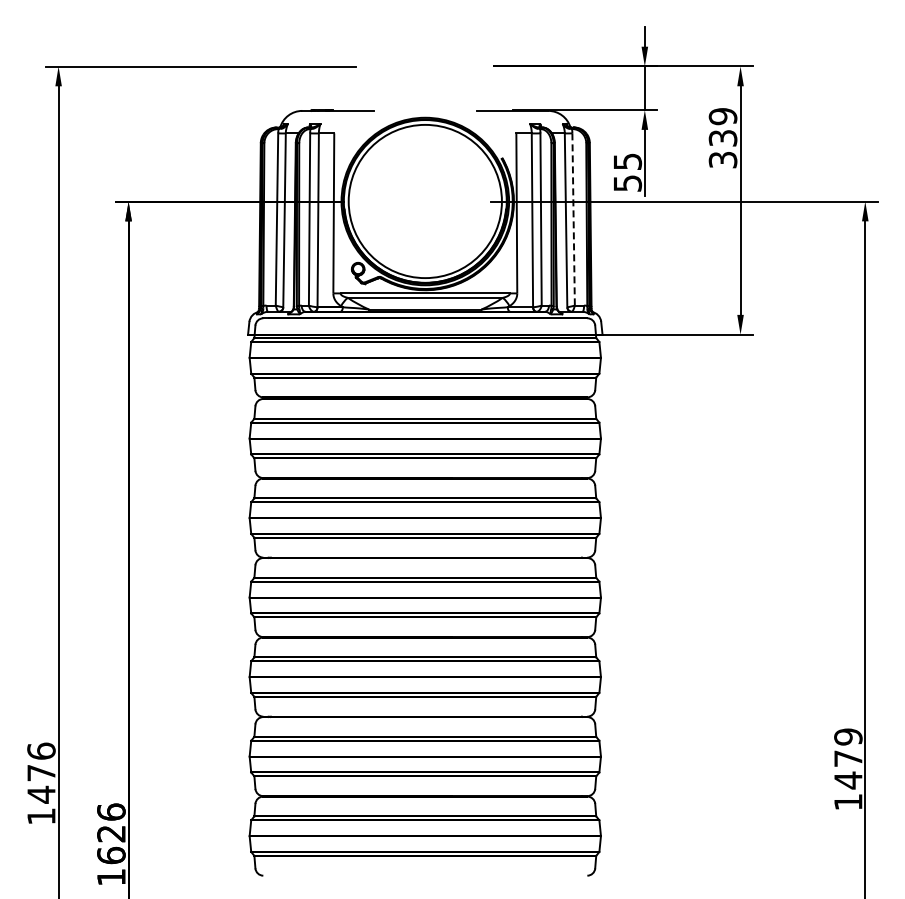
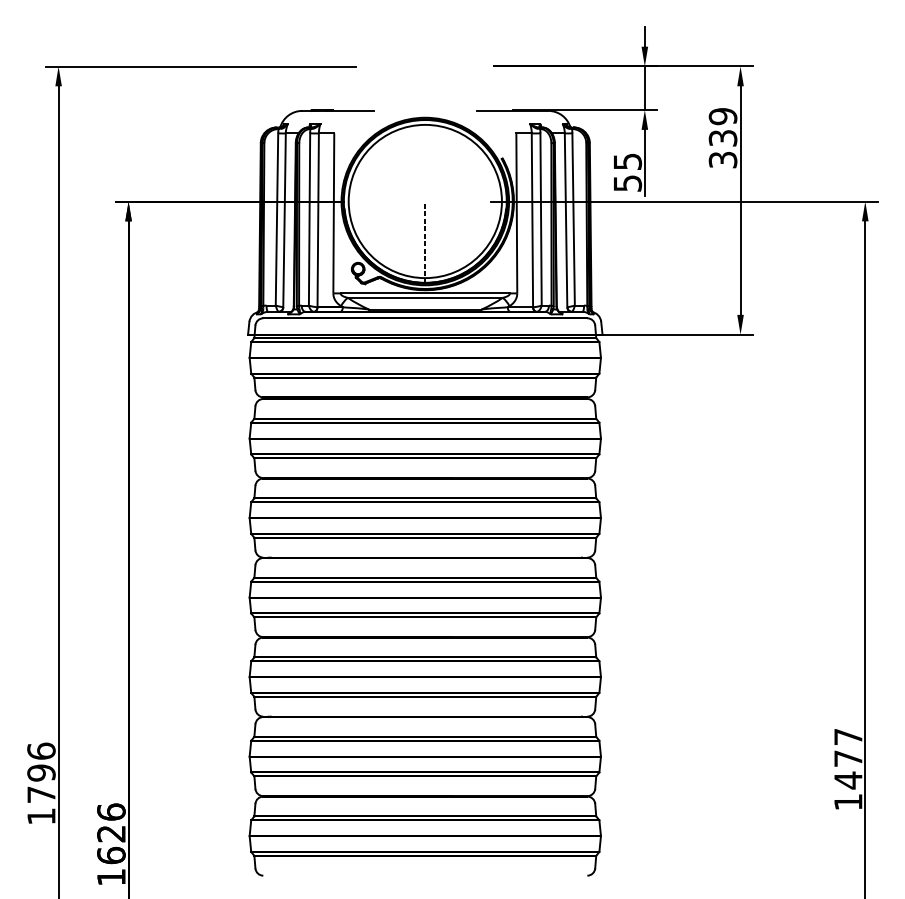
line at (573, 219): dashed -> solid
line at (425, 243): none -> present
text at (848, 736): 1479 -> 1477
text at (41, 783): 1476 -> 1796
